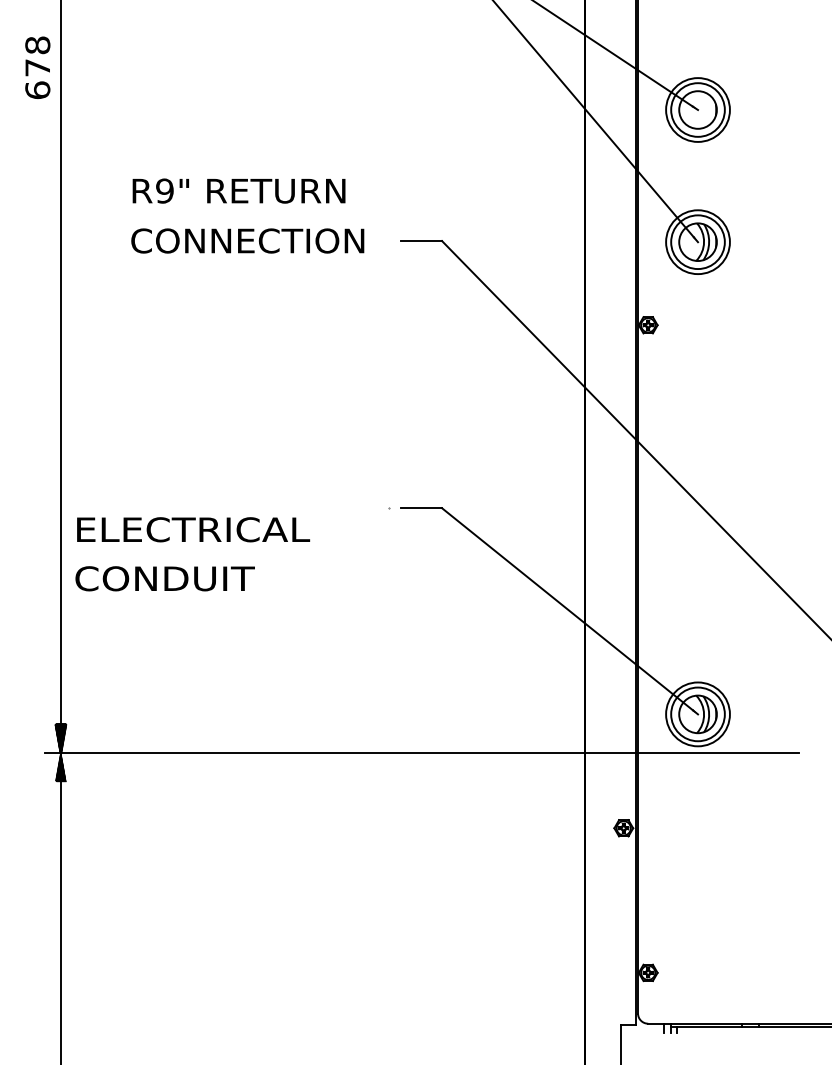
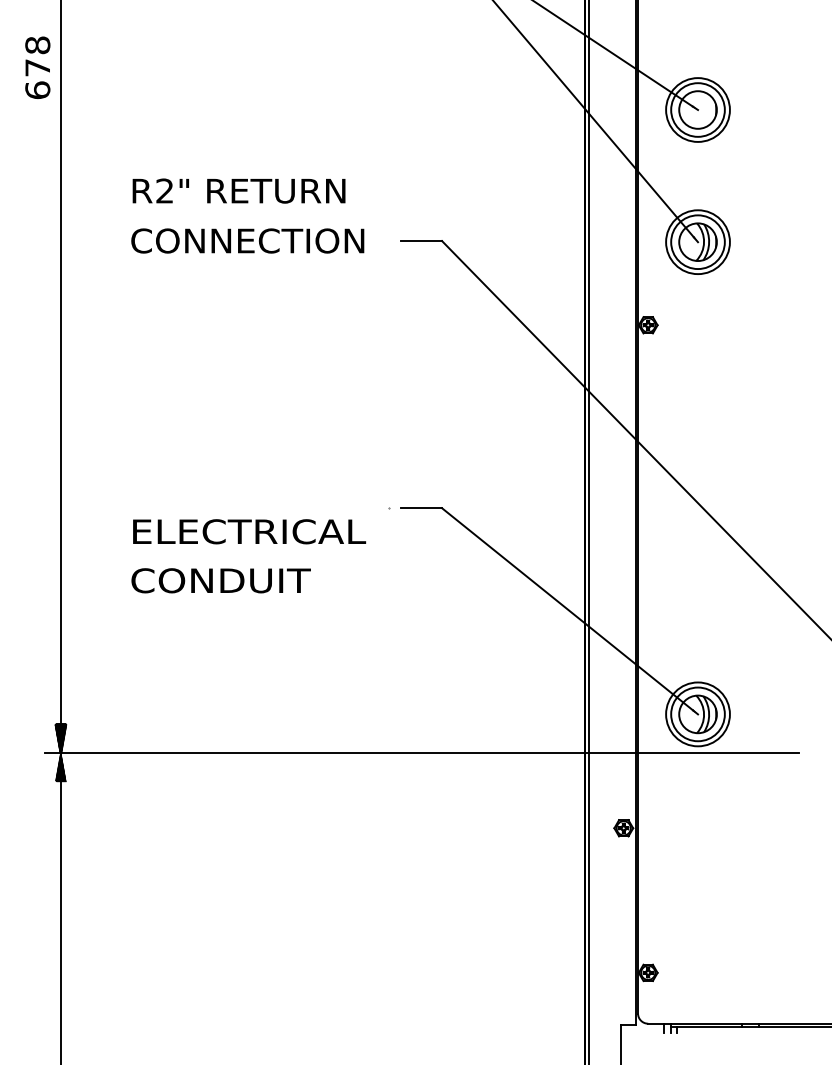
text at (164, 190): R9" -> R2"
line at (589, 531): none -> present
text at (192, 554) position: (192, 554) -> (248, 556)
